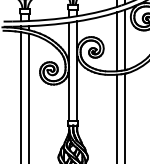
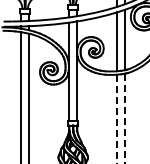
line at (125, 118): solid -> dashed
line at (117, 119): solid -> dashed
